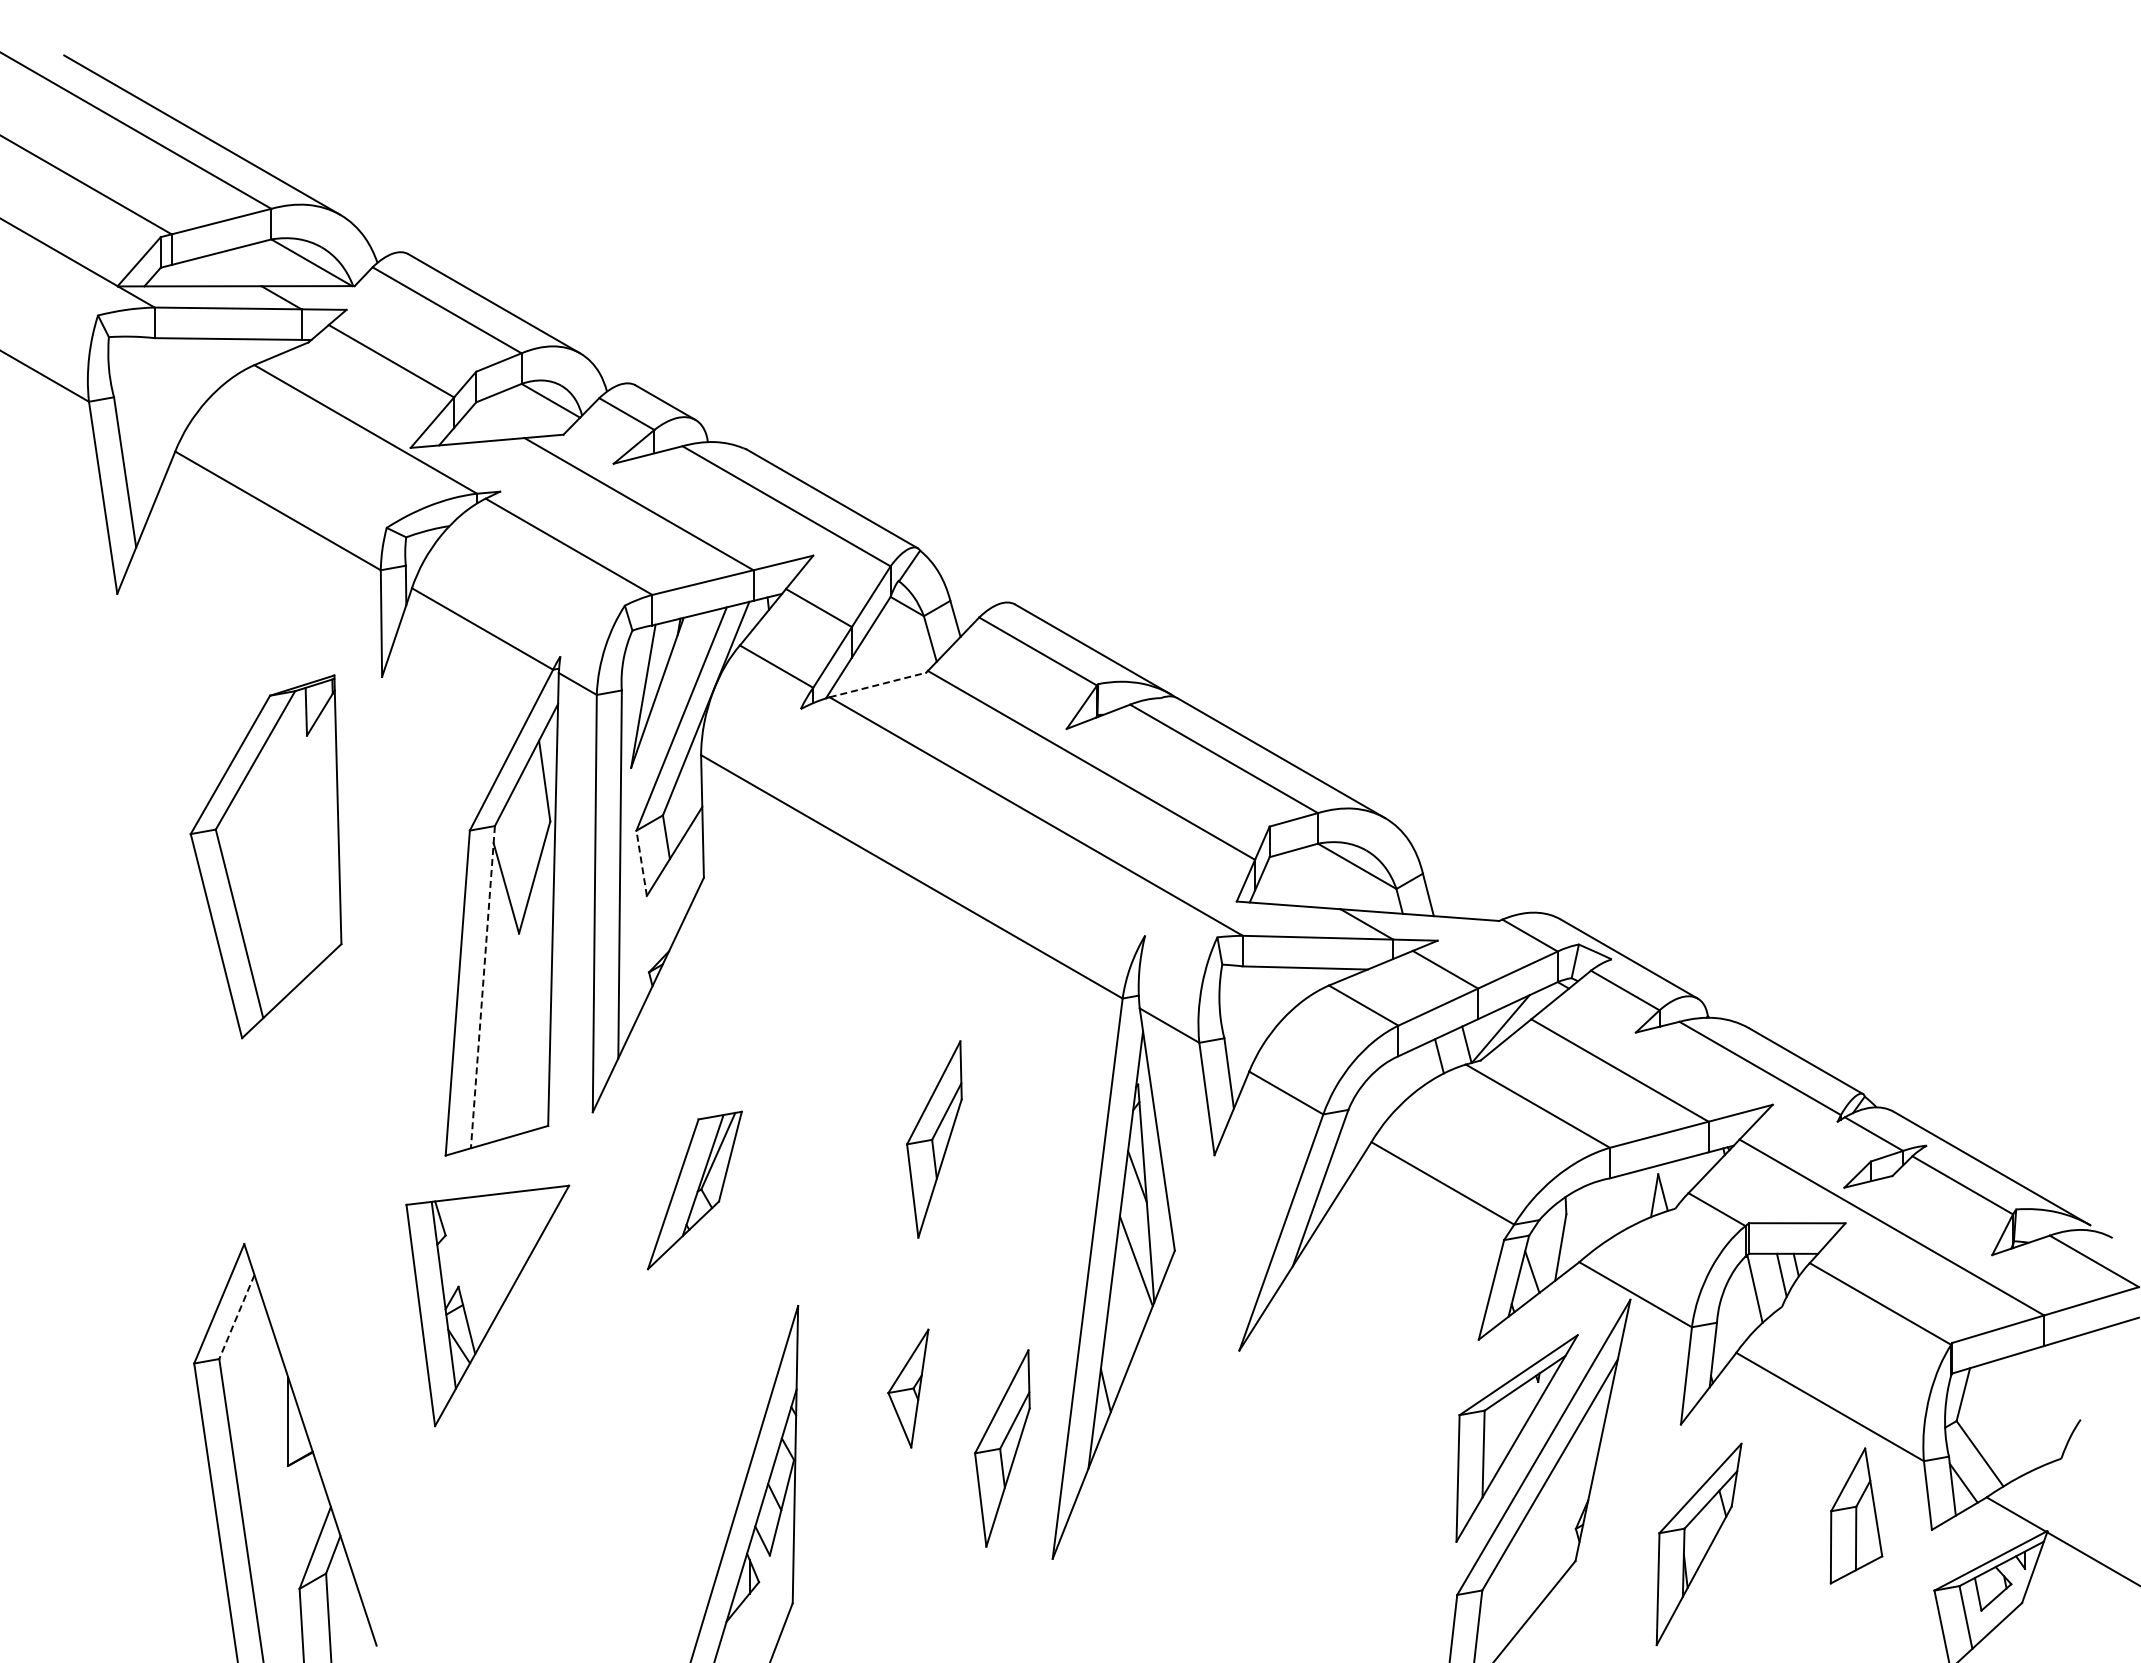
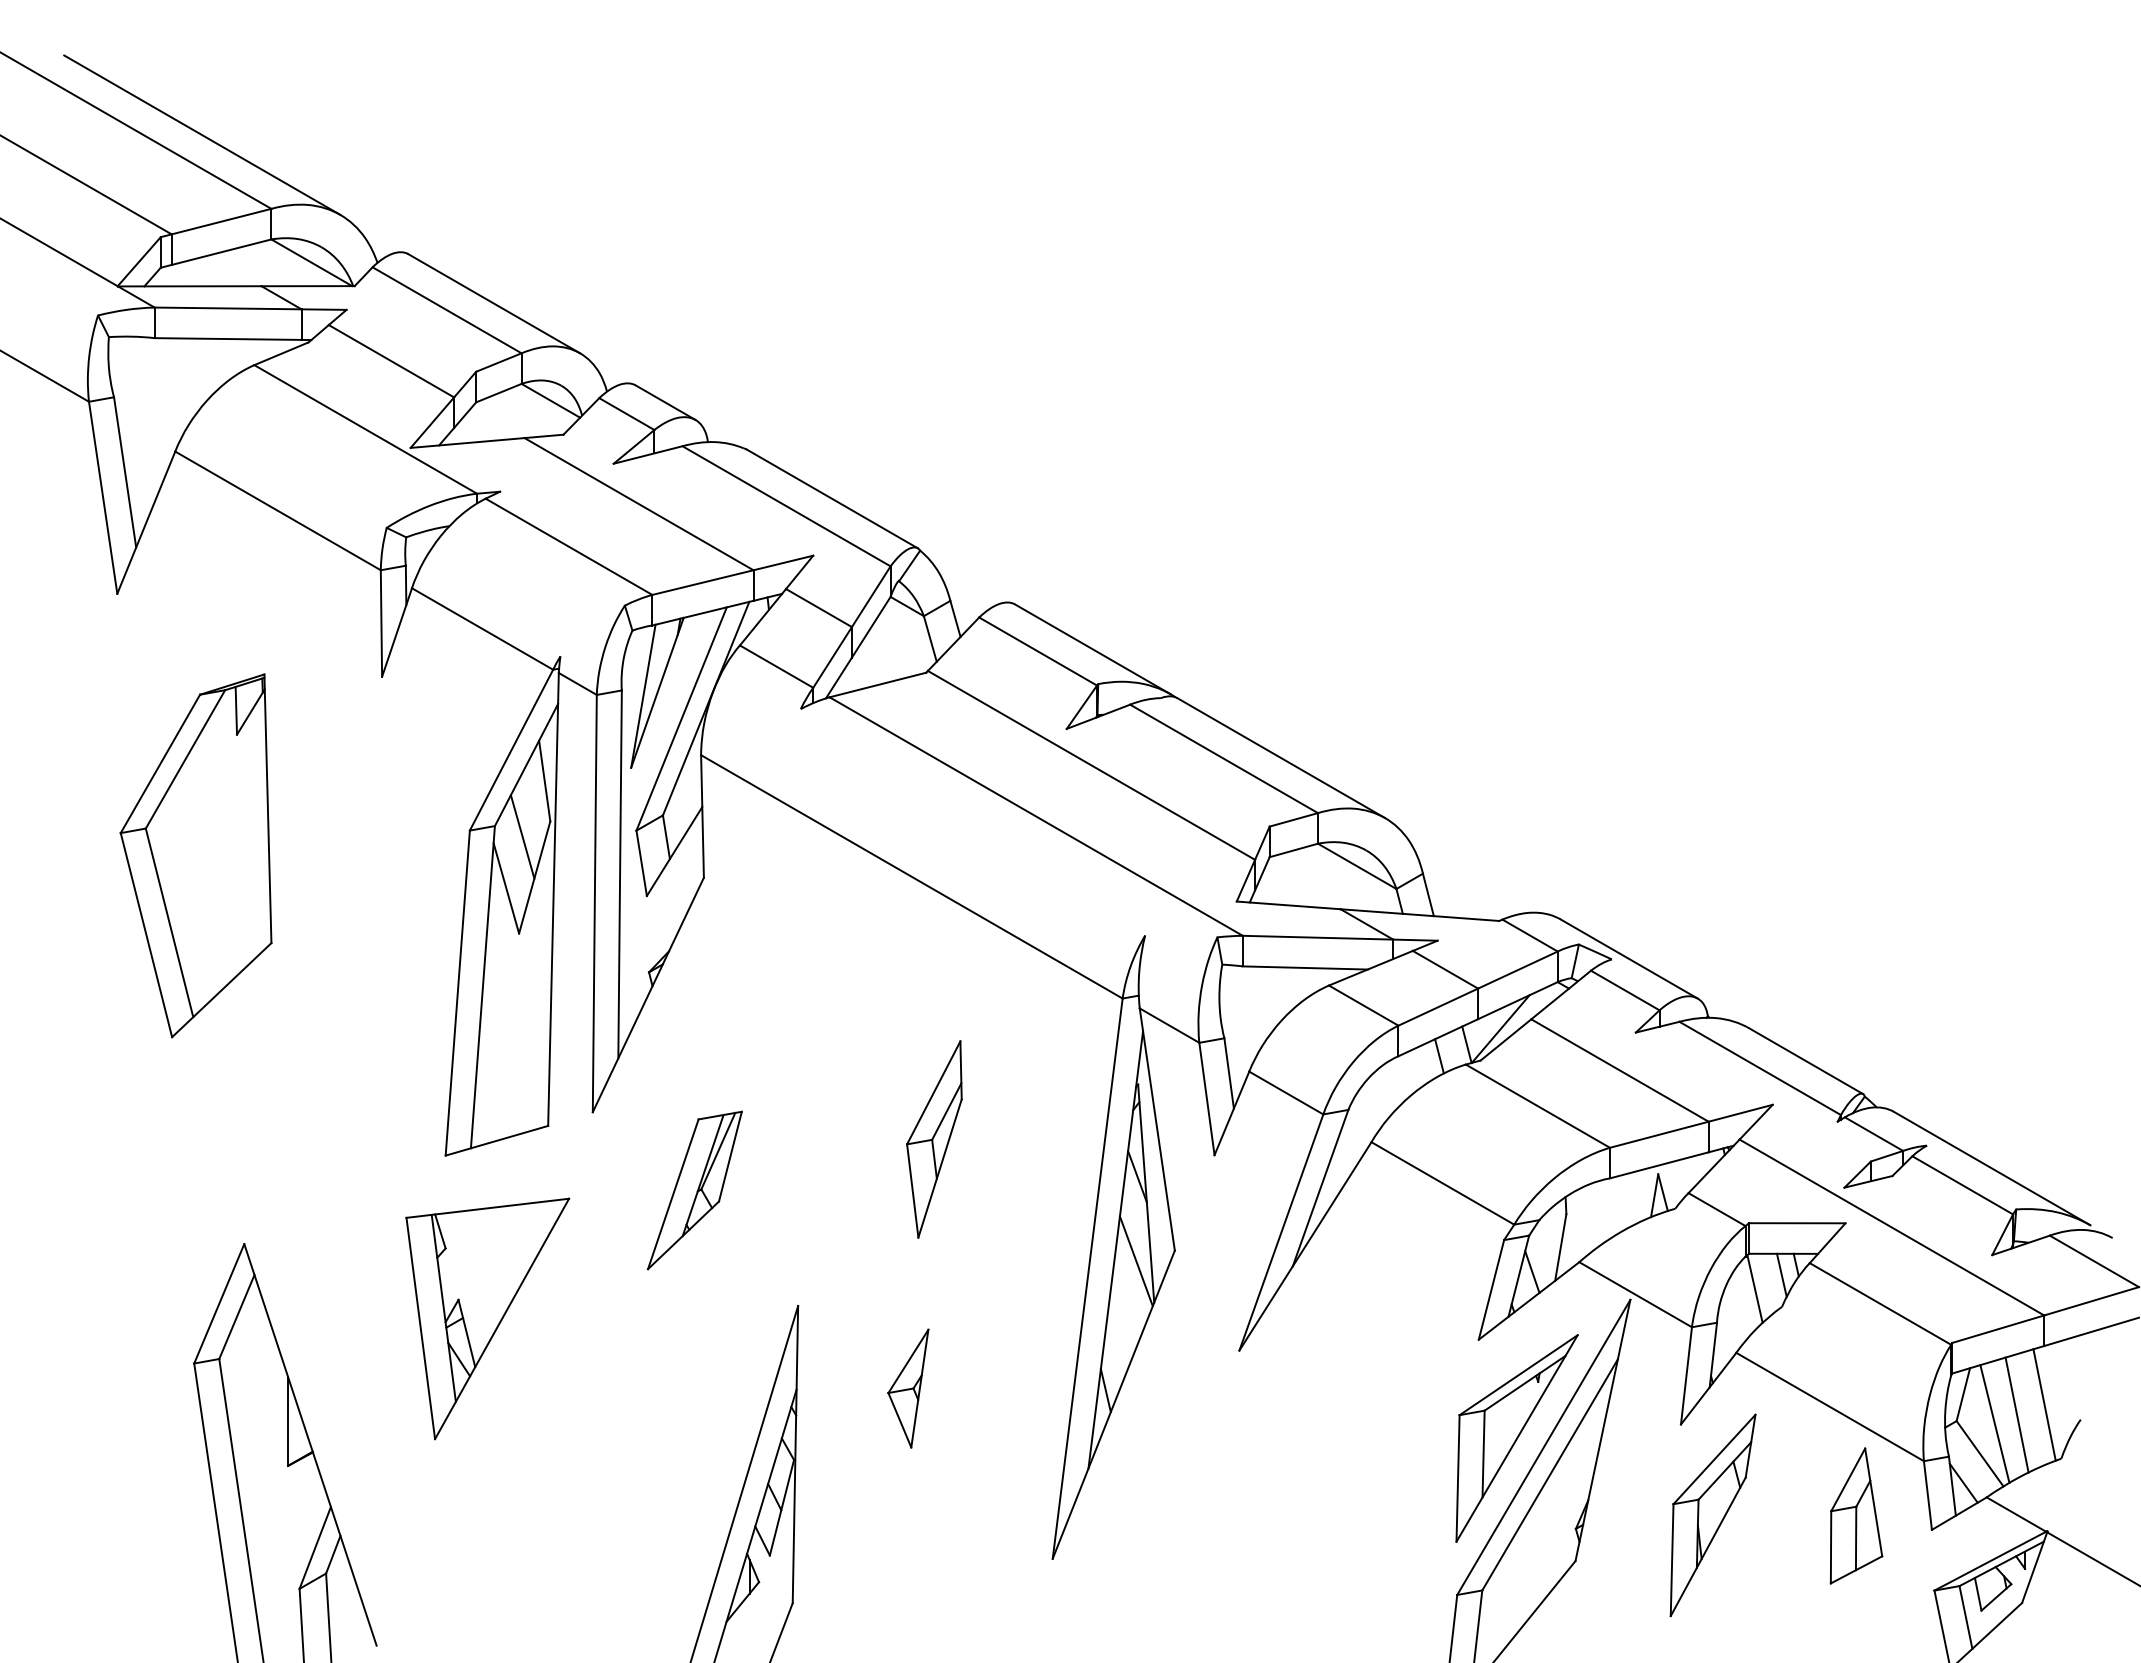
line at (877, 685): dashed -> solid
line at (522, 836): none -> present
part at (265, 856) position: (265, 856) -> (195, 855)
line at (641, 862): dashed -> solid
line at (482, 987): dashed -> solid
part at (487, 1305) position: (487, 1305) -> (487, 1318)
line at (236, 1317): dashed -> solid
line at (2044, 1404): none -> present
line at (2016, 1414): none -> present
line at (1994, 1423): none -> present
part at (1002, 1448): present -> none
part at (1698, 1544) position: (1698, 1544) -> (1712, 1515)
